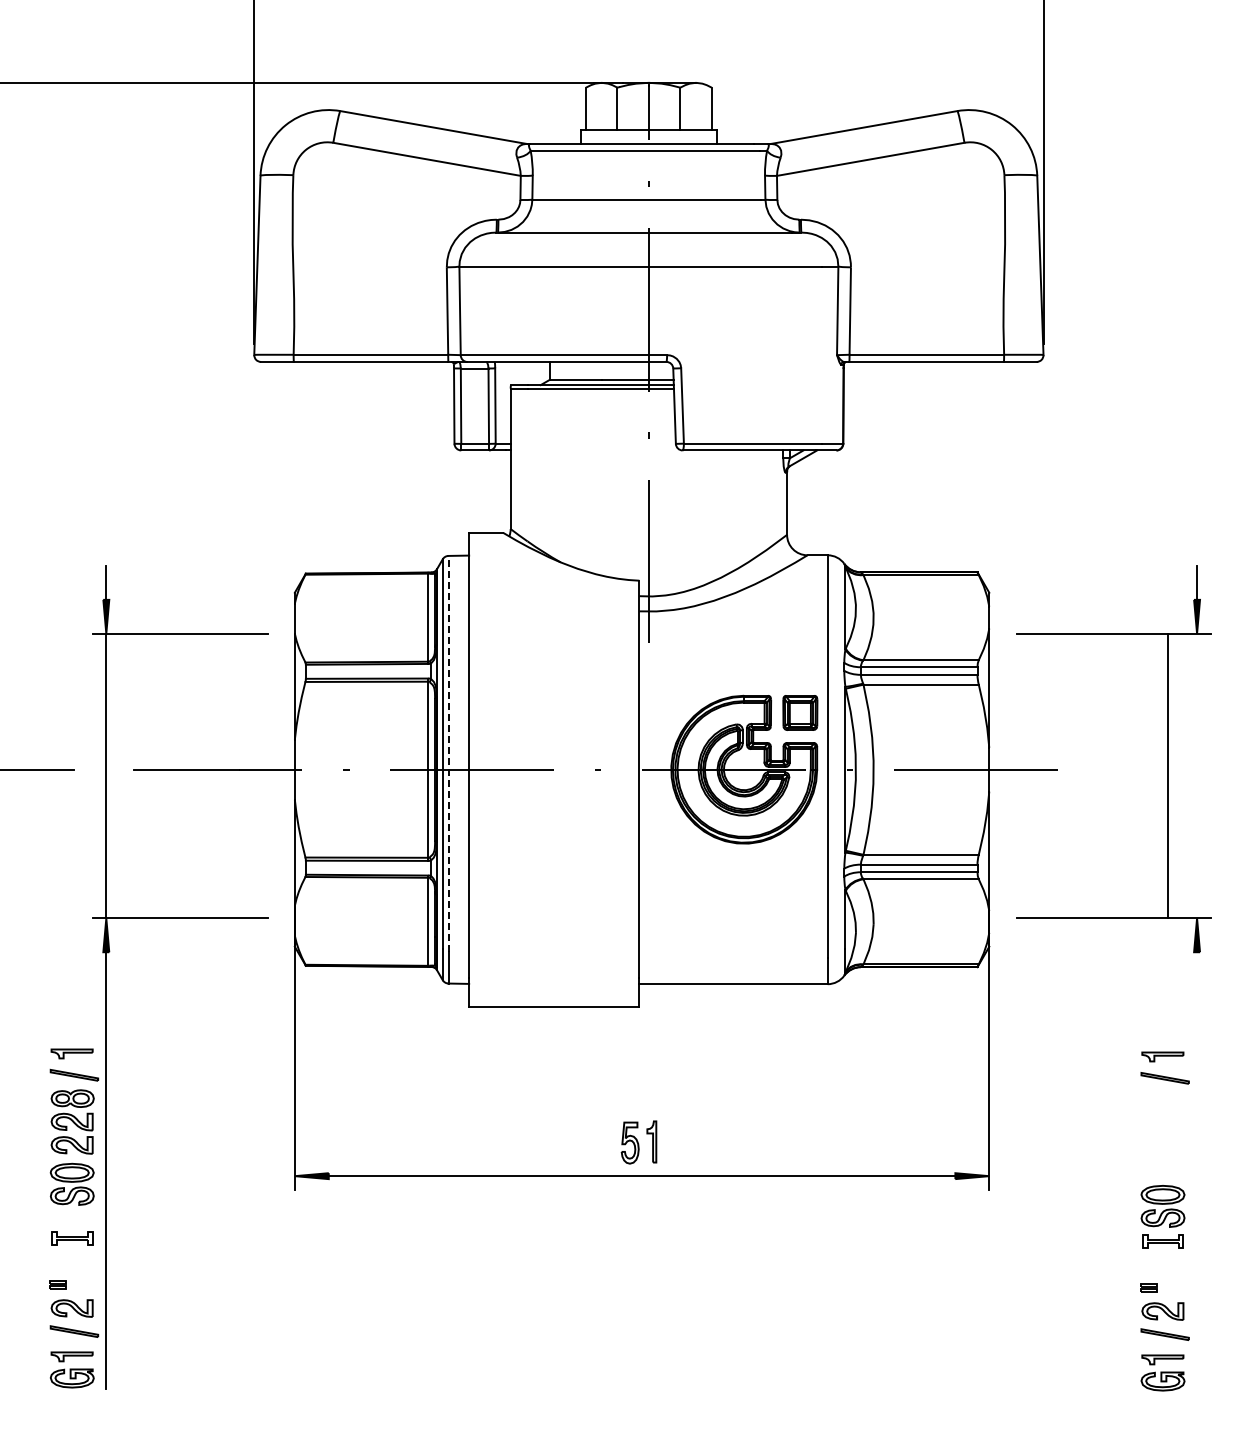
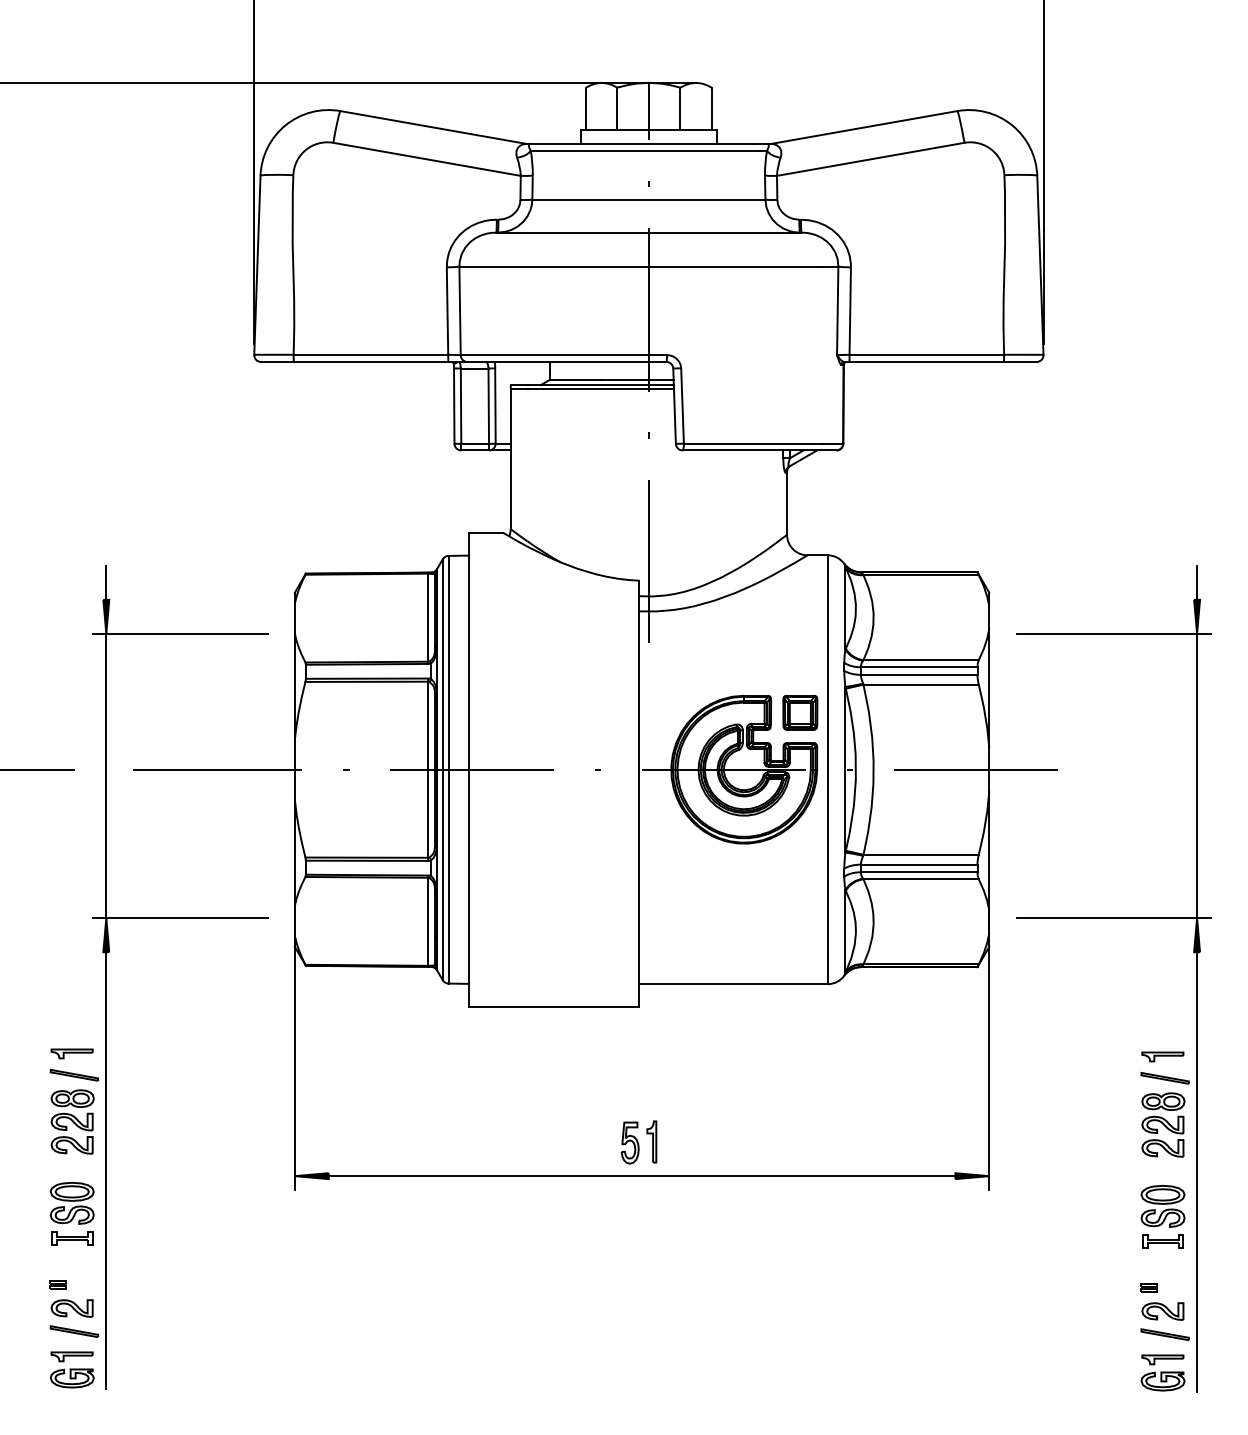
line at (448, 753): dashed -> solid
line at (1168, 775) position: (1168, 775) -> (1197, 775)
part at (1163, 1124): none -> present
line at (1197, 1171): none -> present
part at (71, 1183) position: (71, 1183) -> (71, 1202)
